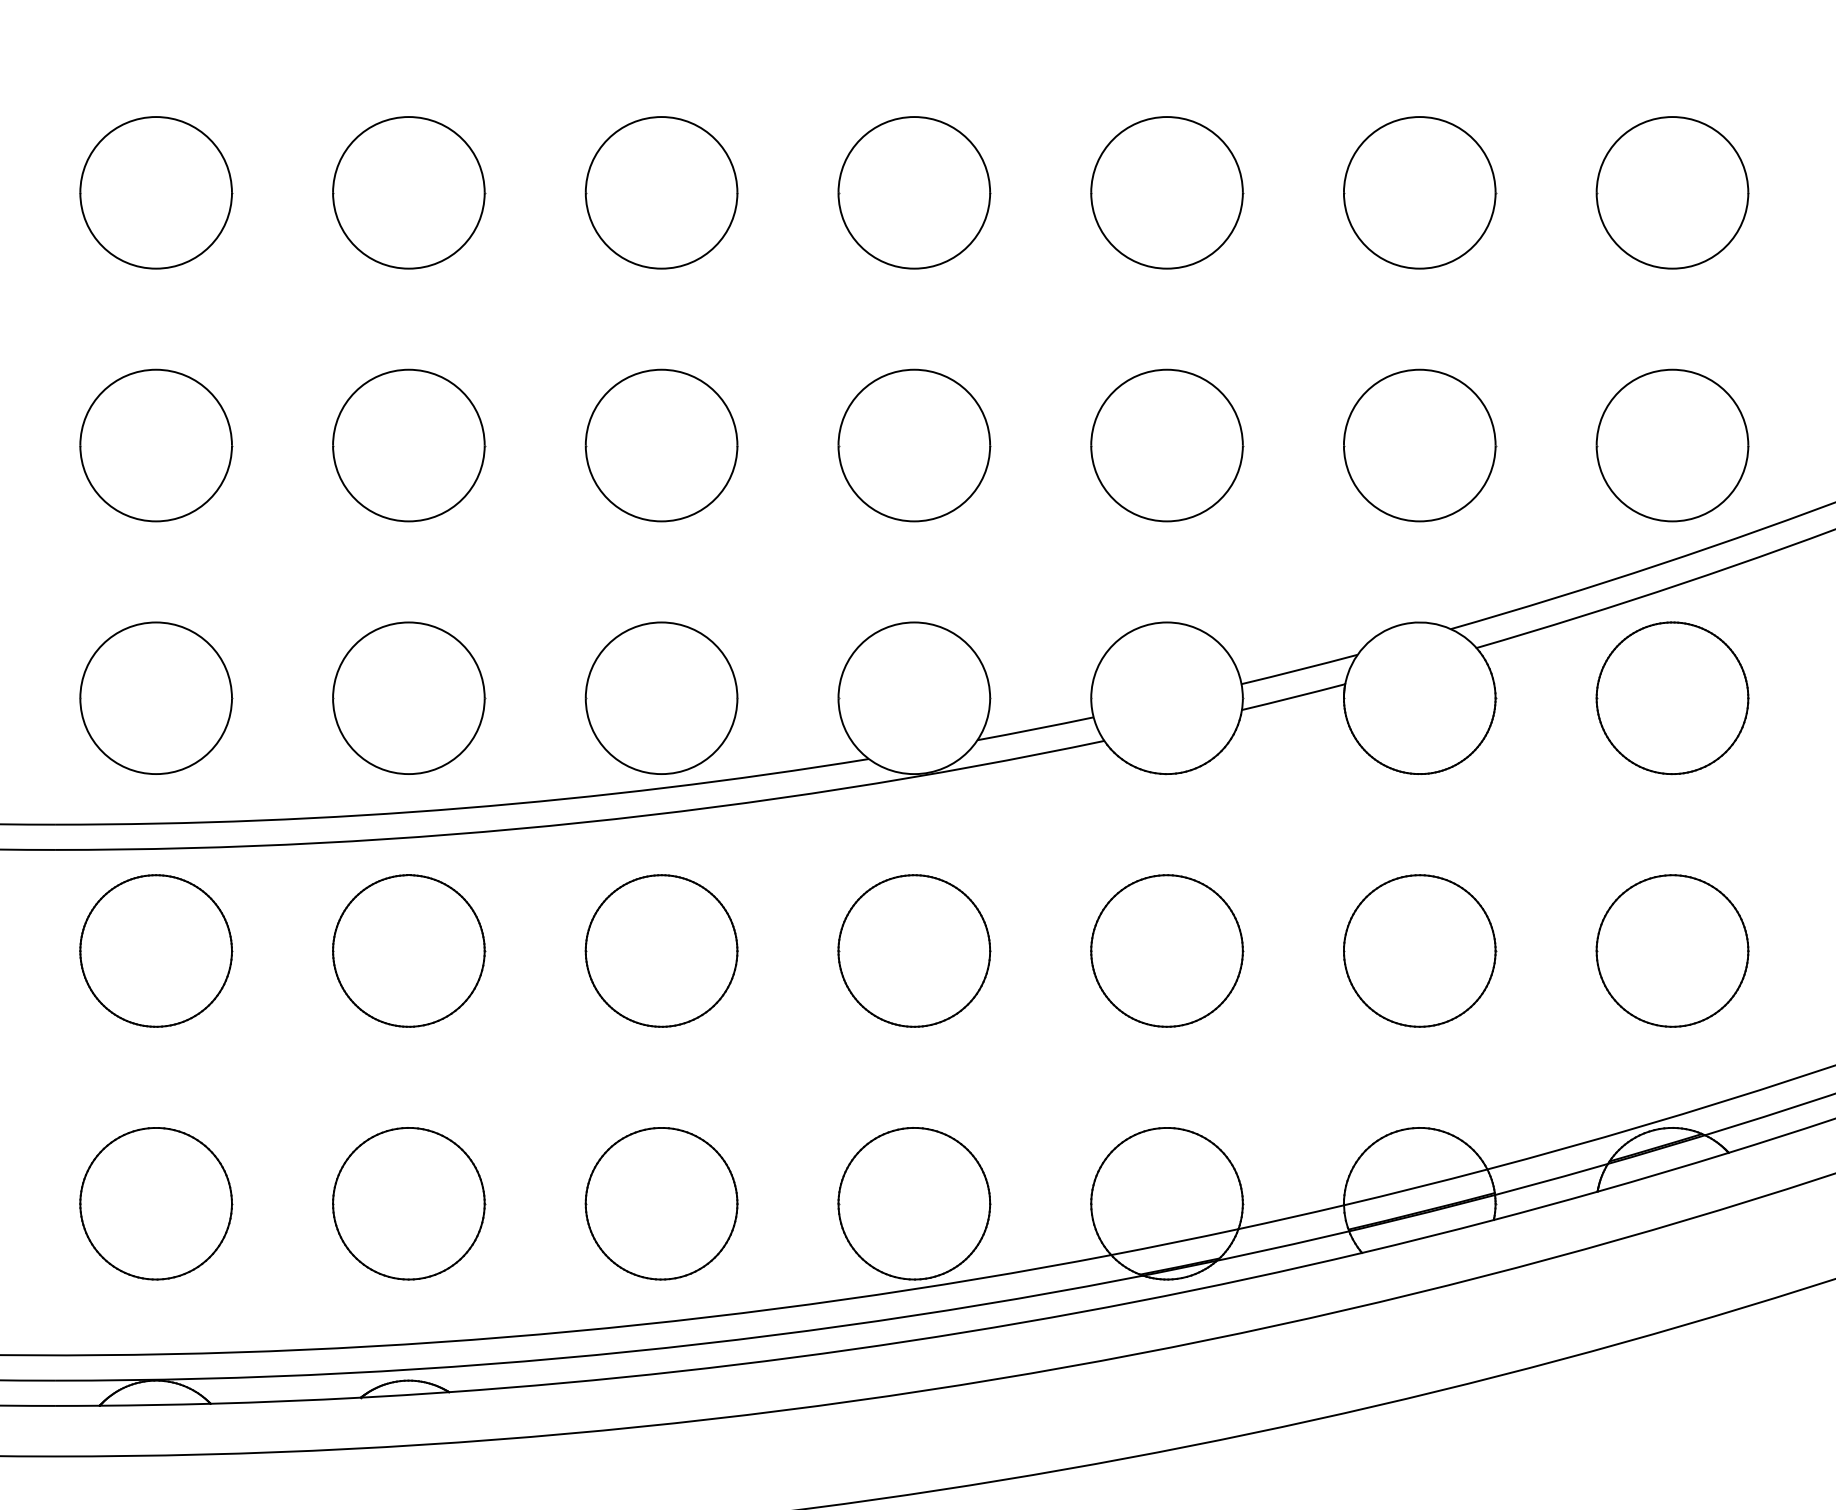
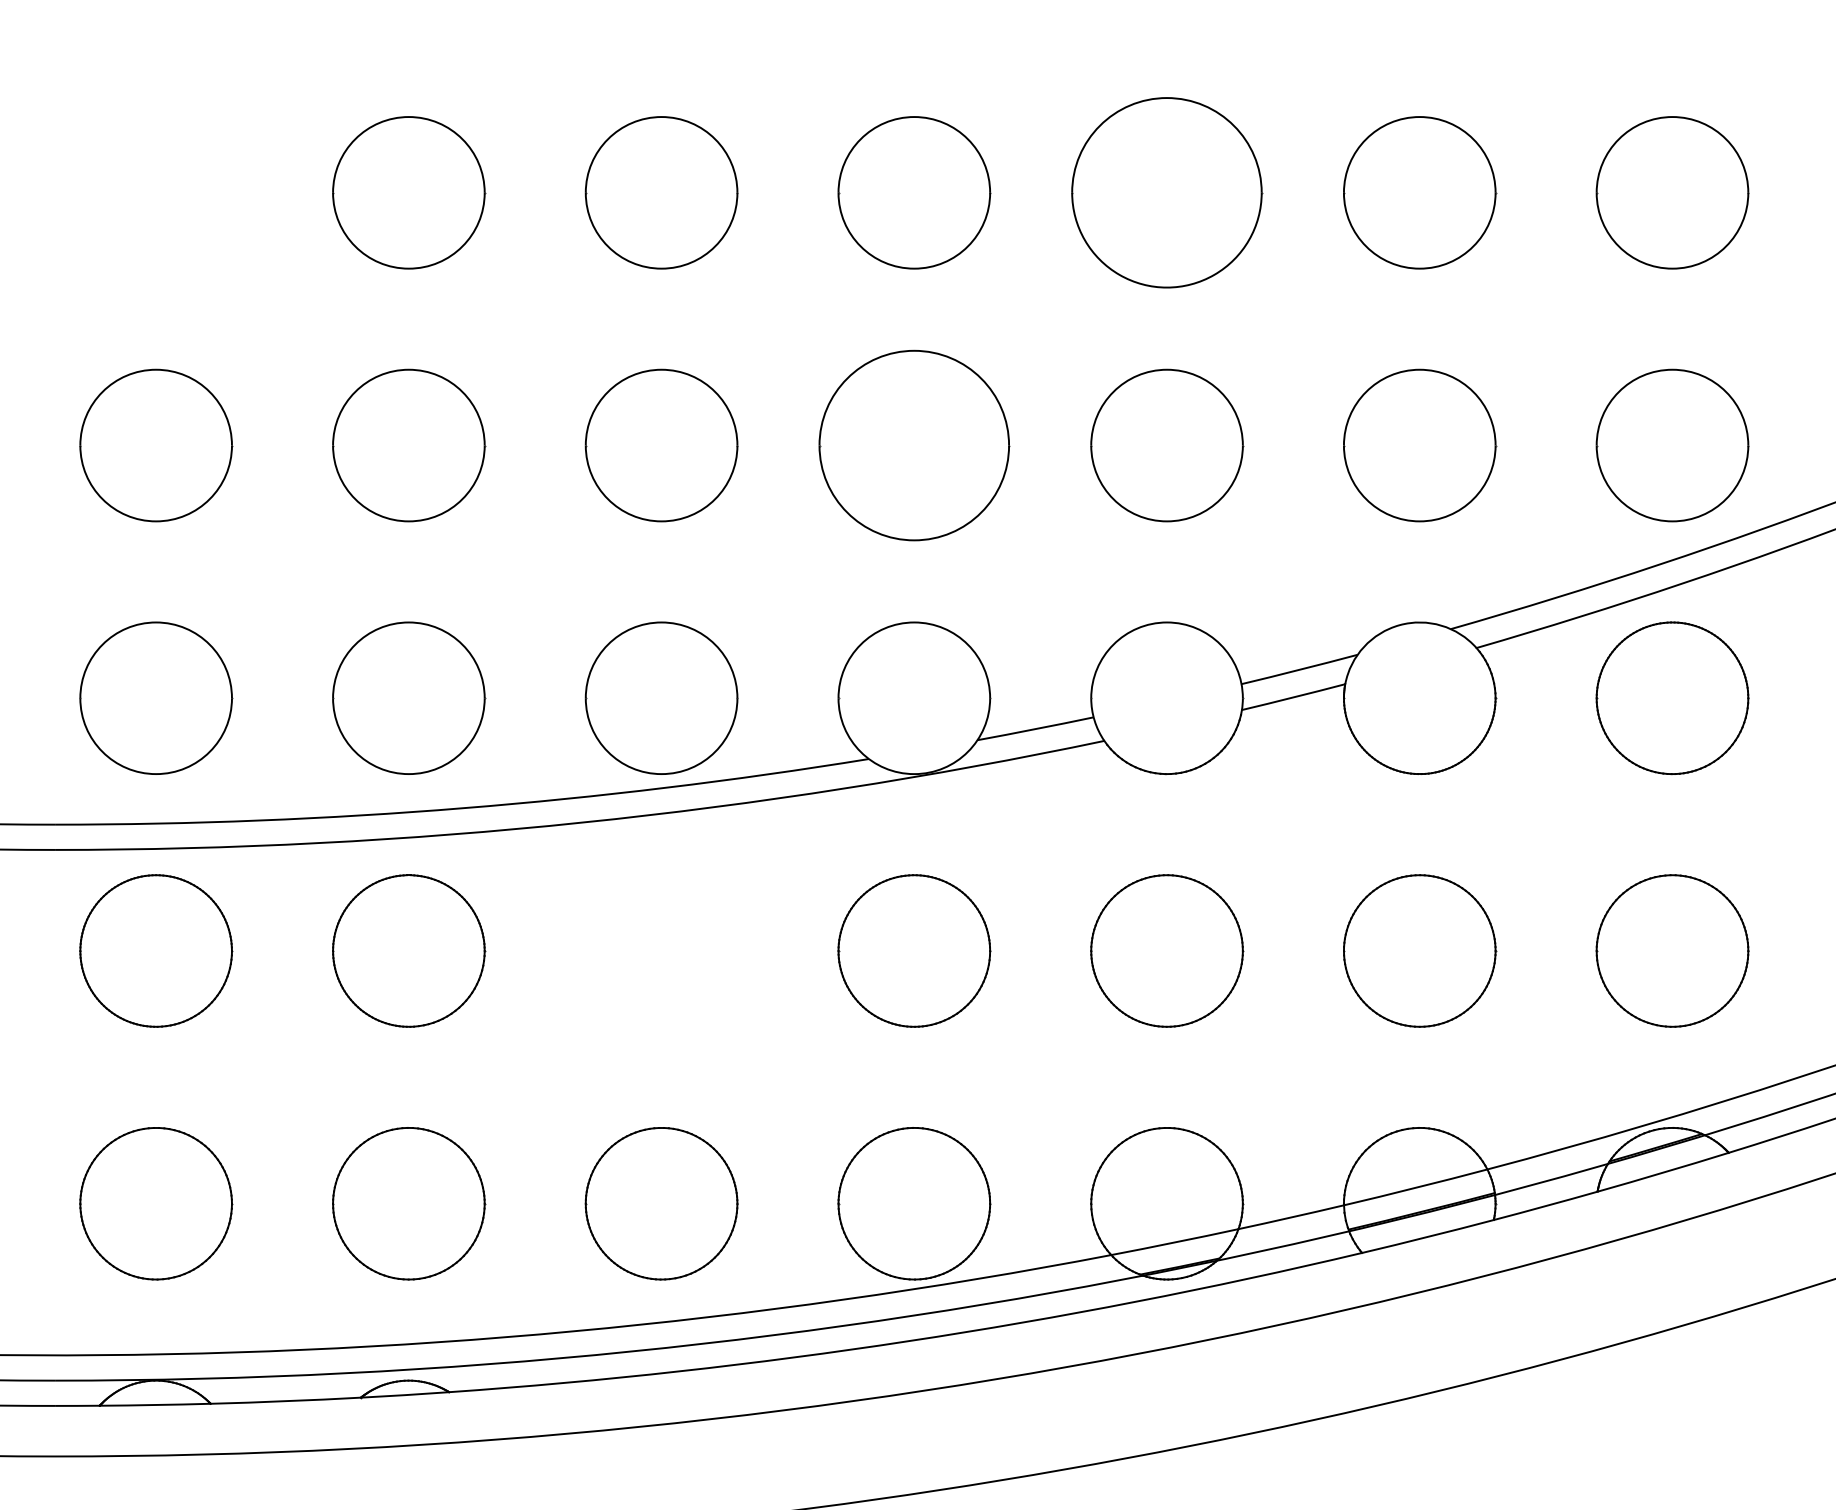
part at (156, 192): present -> none
part at (1167, 192) size: 155x154 px -> 193x192 px
part at (914, 445) size: 155x155 px -> 193x193 px
part at (661, 950): present -> none
